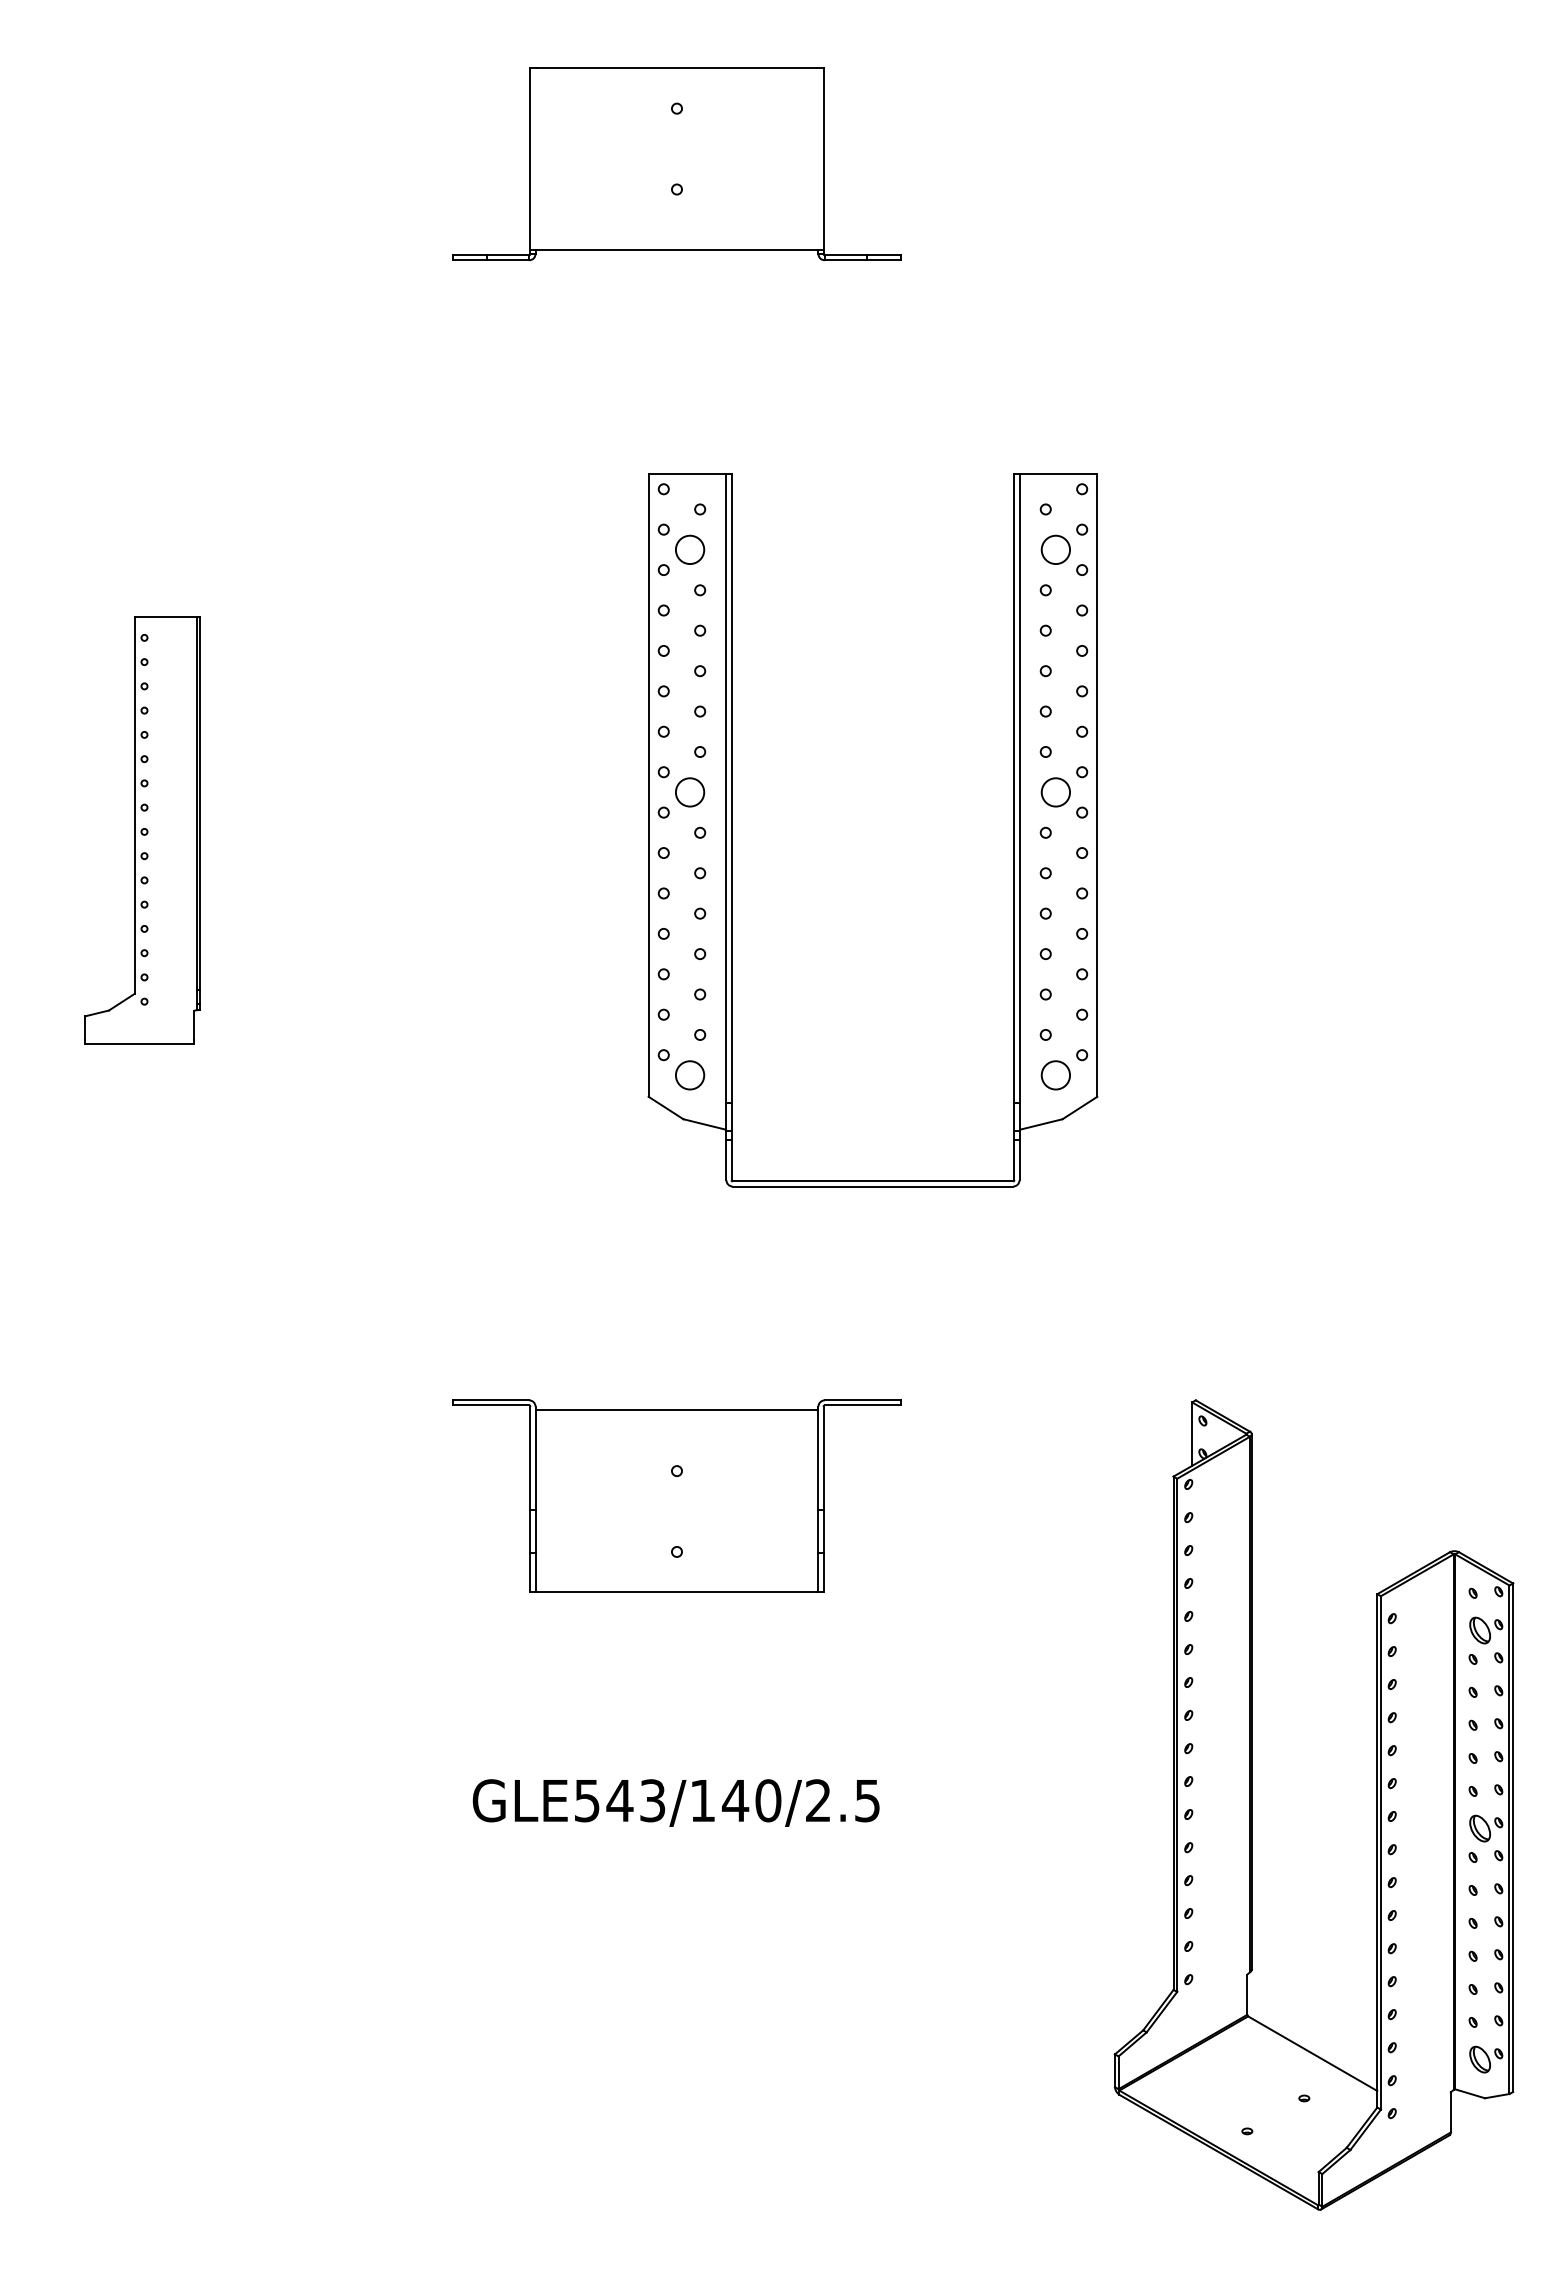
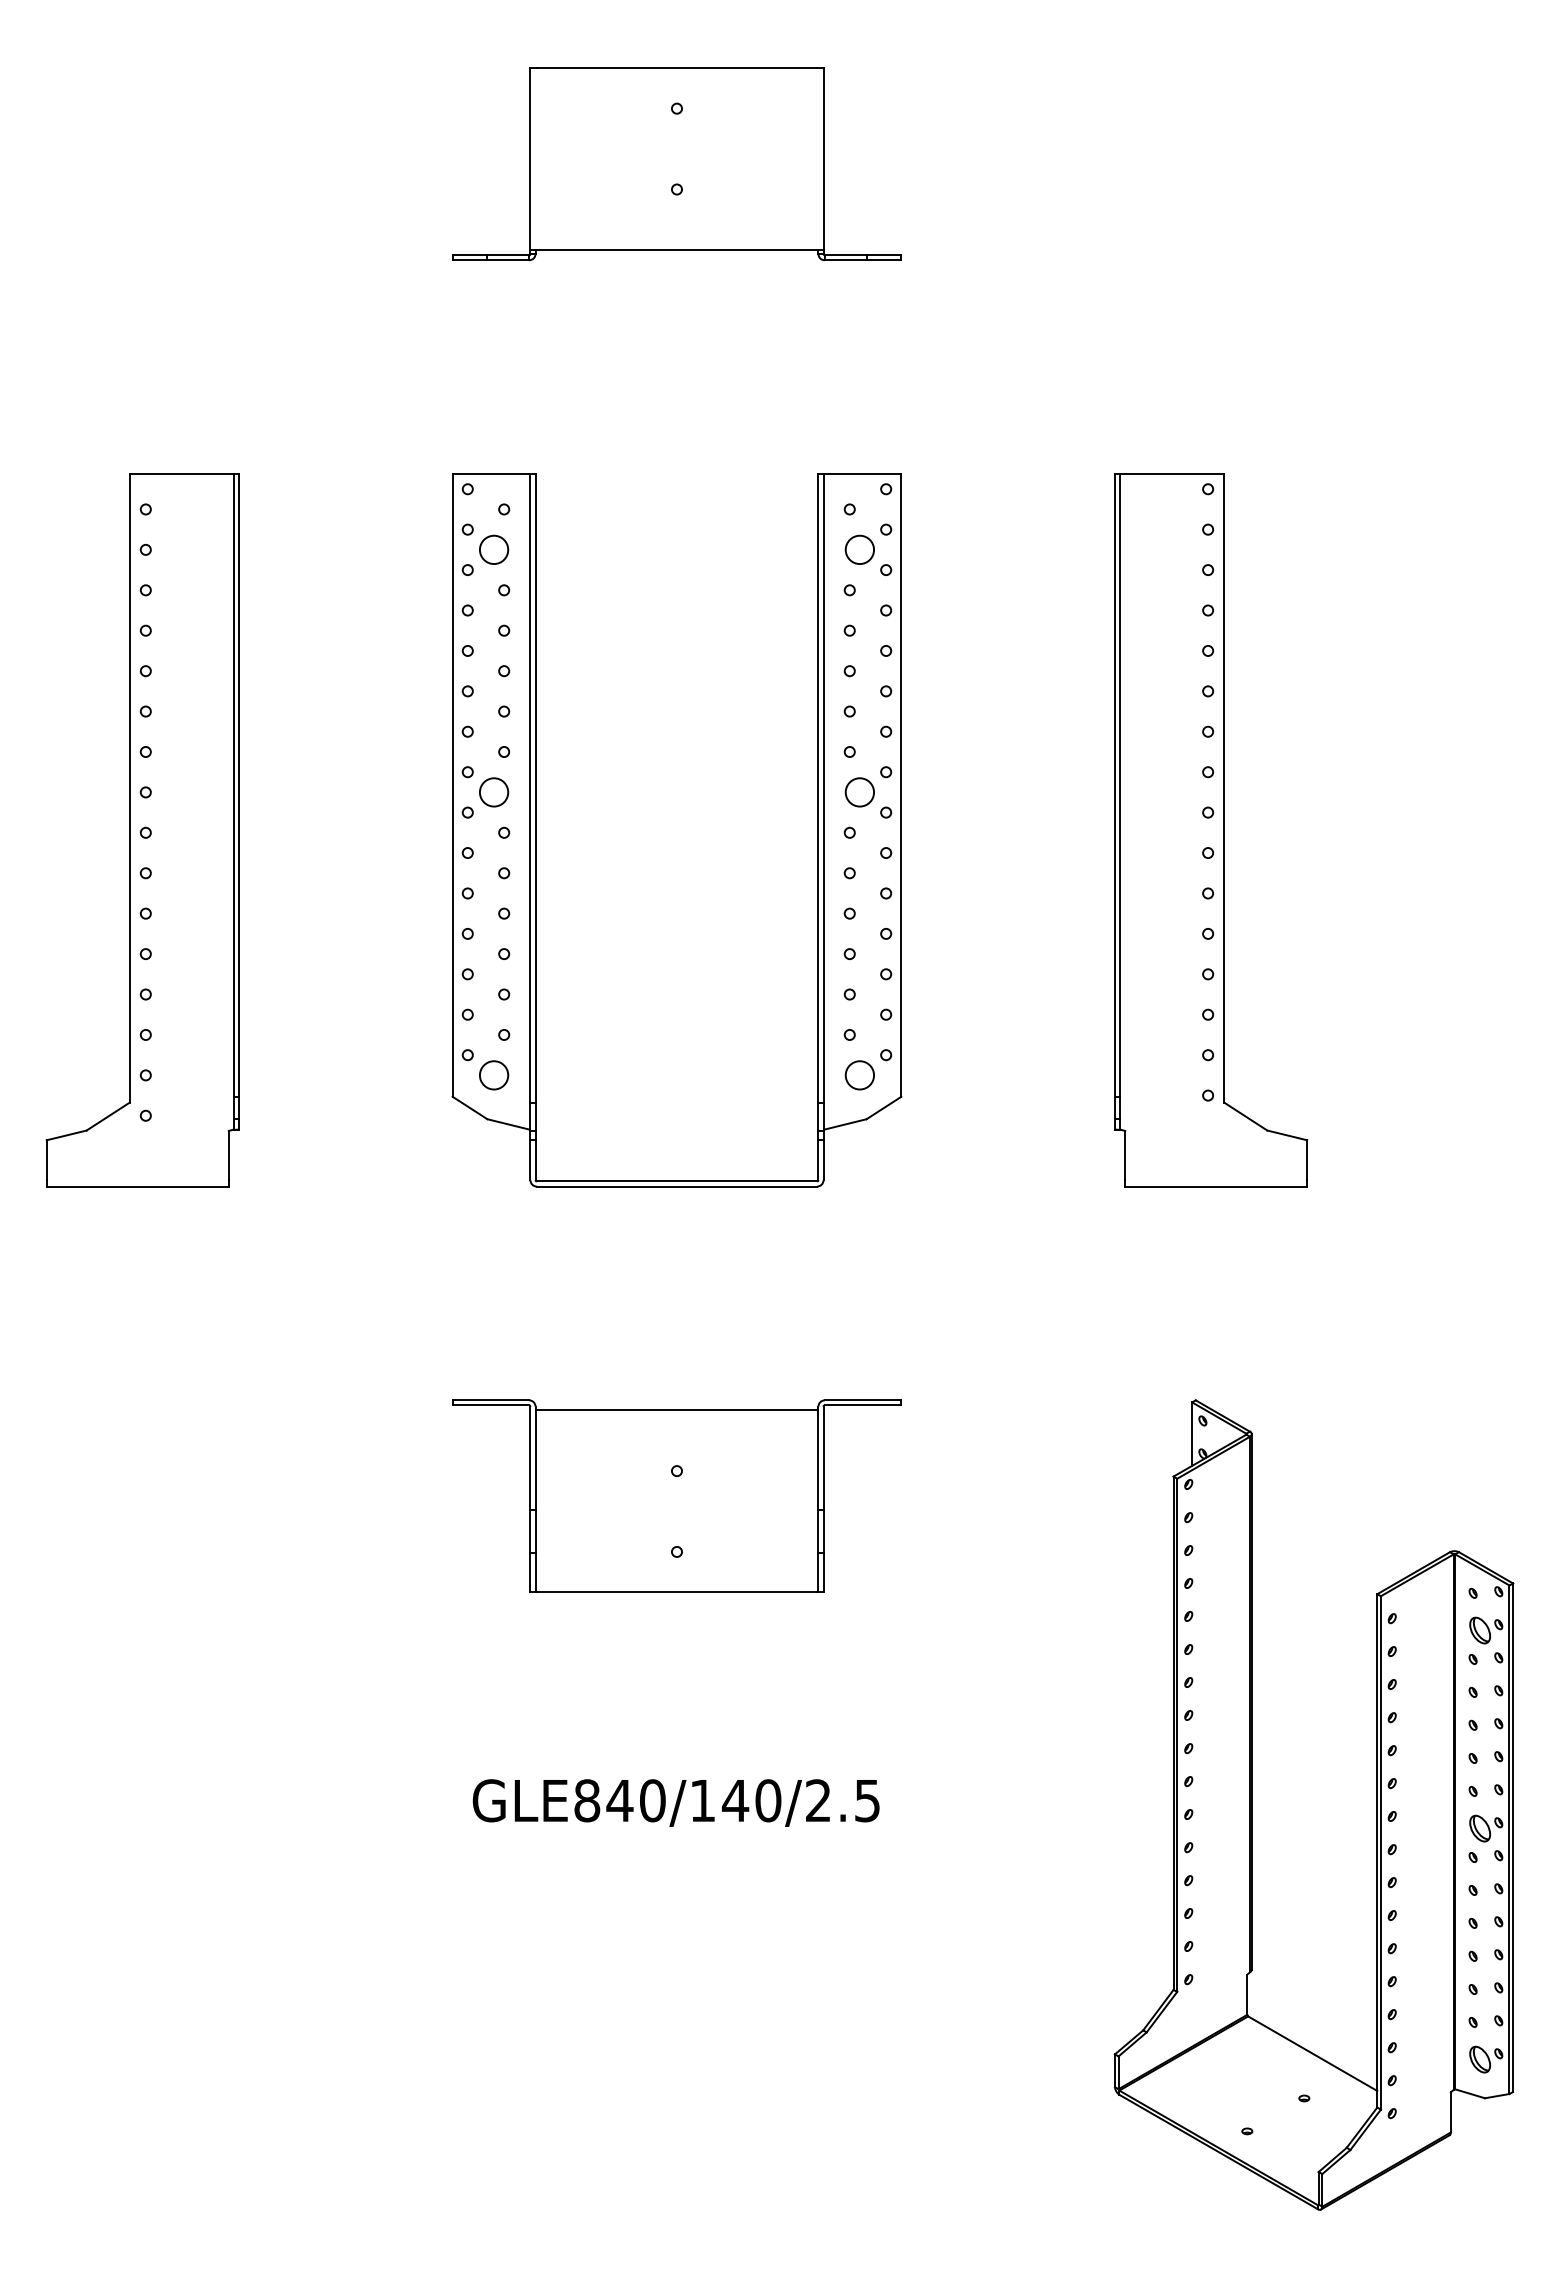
part at (142, 830) size: 117x429 px -> 195x715 px
part at (732, 830) position: (732, 830) -> (536, 830)
part at (1211, 830): none -> present
text at (619, 1800): GLE543/140/2.5 -> GLE840/140/2.5
